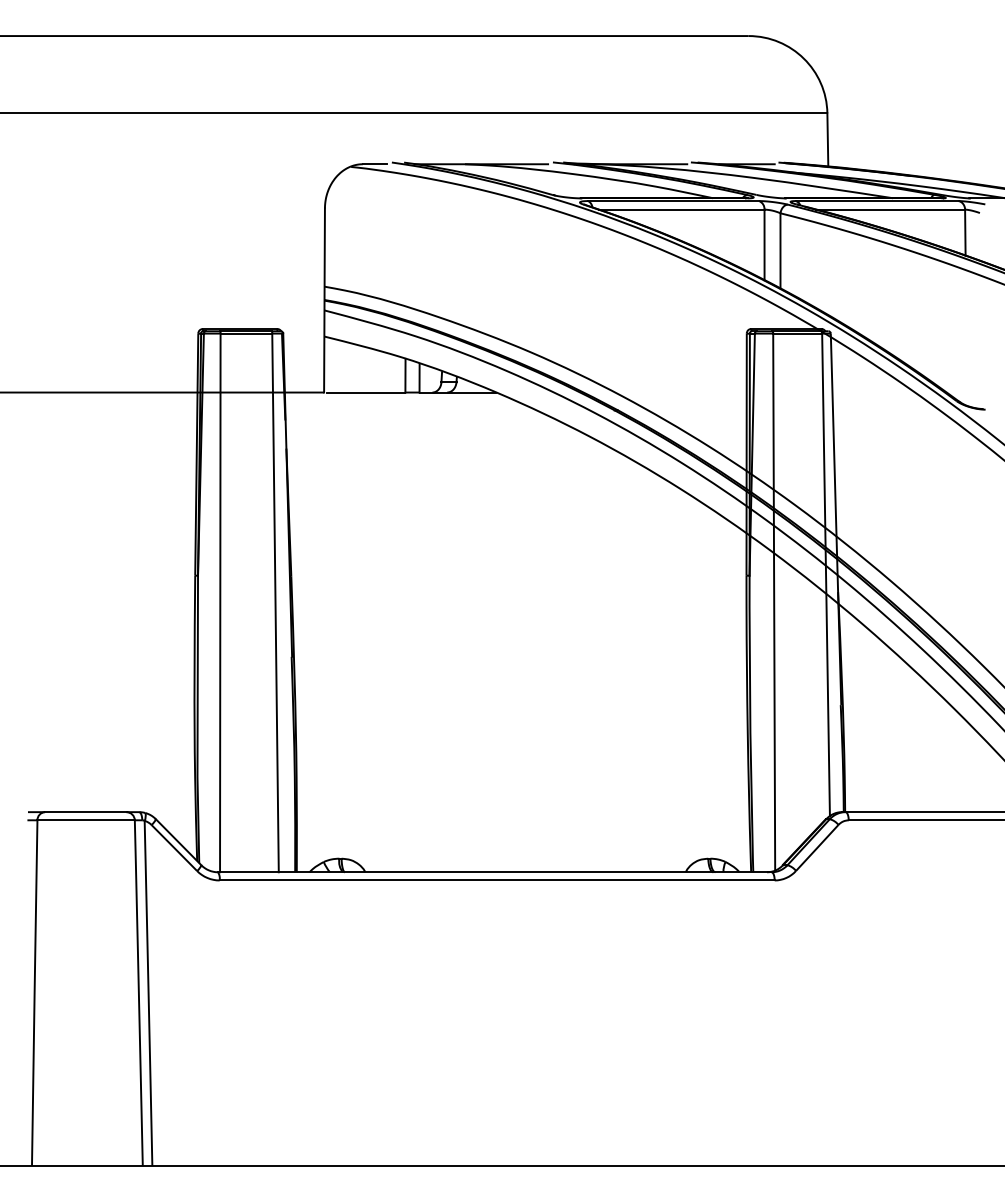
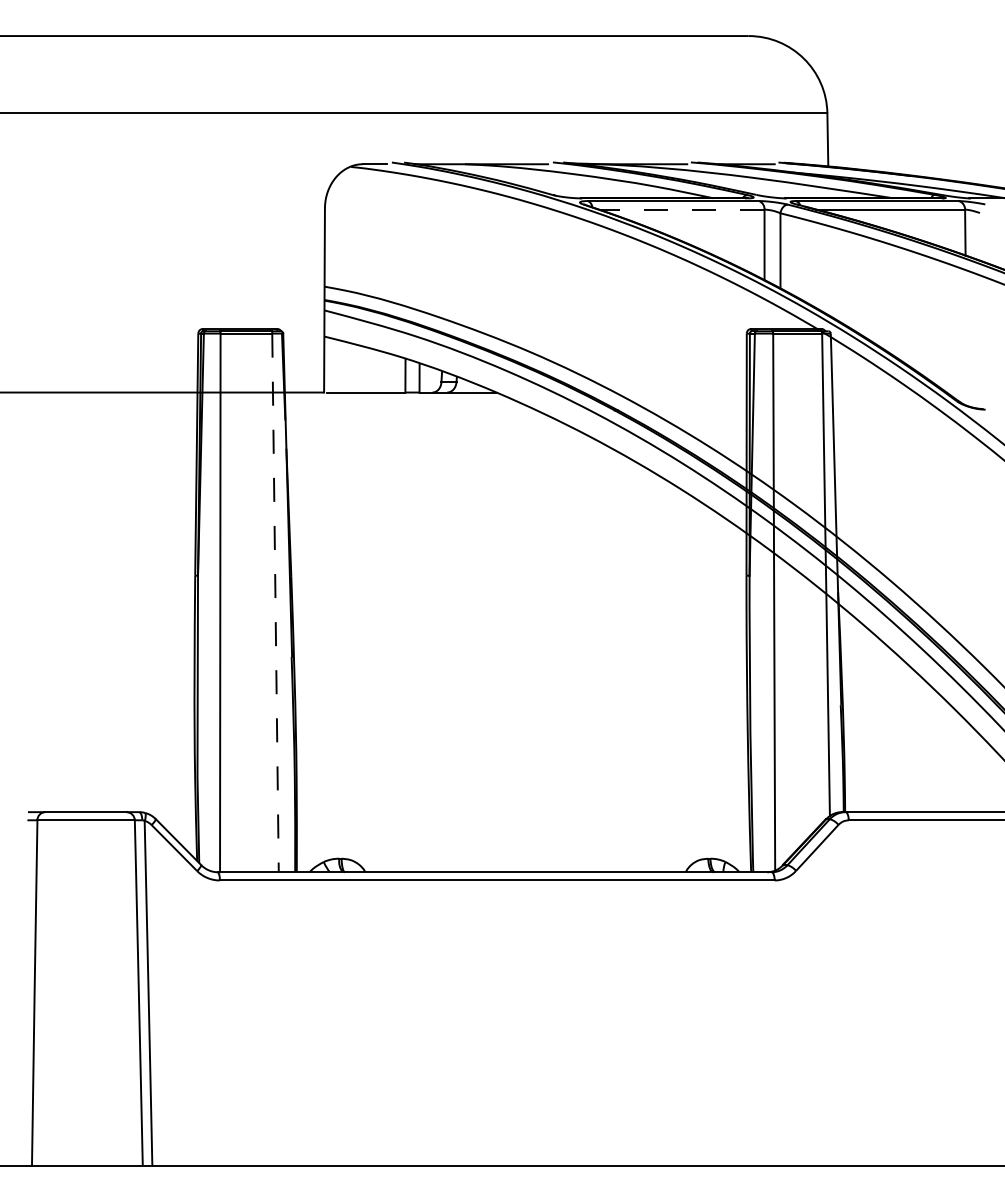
line at (681, 209): solid -> dashed
line at (275, 603): solid -> dashed
